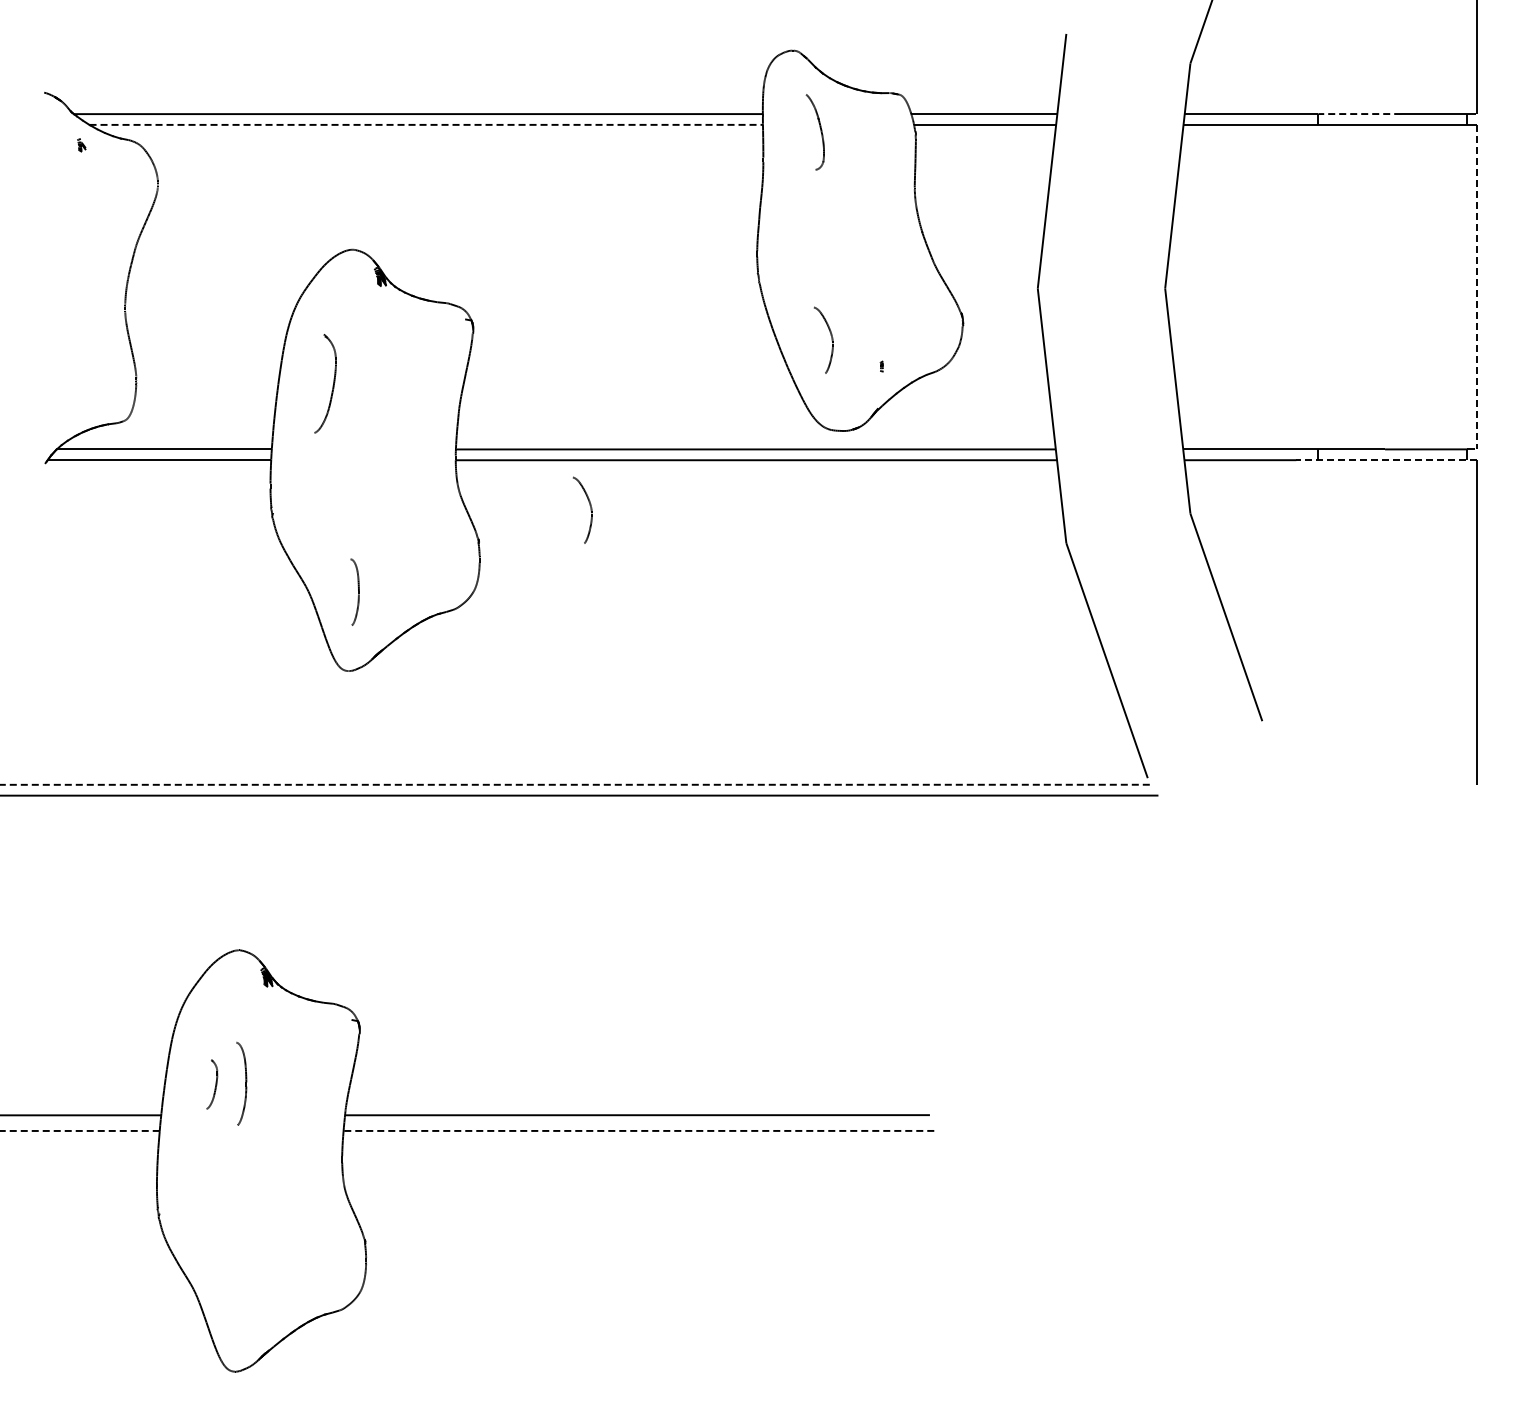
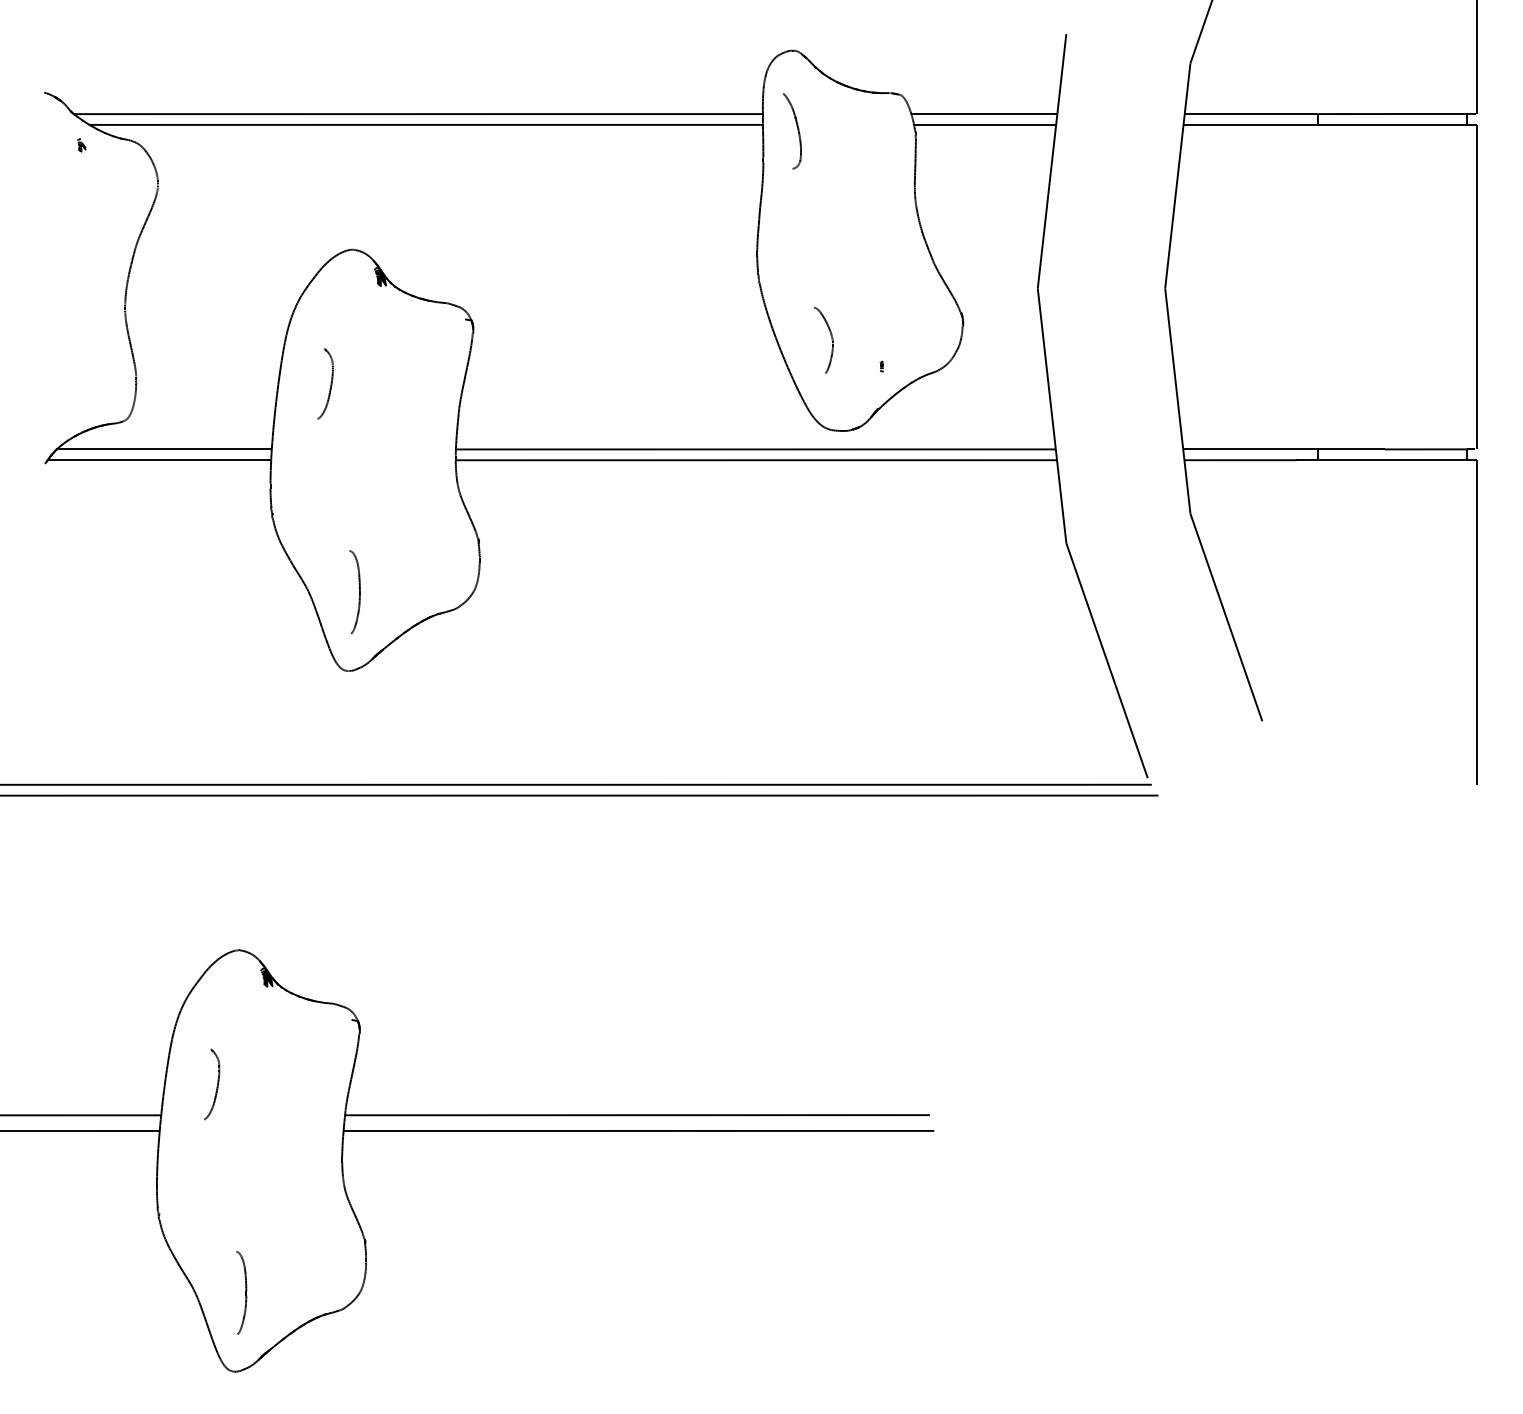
line at (1359, 114): dashed -> solid
line at (426, 124): dashed -> solid
part at (814, 132) position: (814, 132) -> (791, 131)
line at (1477, 287): dashed -> solid
part at (325, 383) size: 23x100 px -> 17x72 px
line at (1386, 460): dashed -> solid
part at (590, 509): present -> none
part at (354, 591) size: 10x68 px -> 12x85 px
line at (576, 784): dashed -> solid
part at (241, 1083) position: (241, 1083) -> (241, 1292)
part at (212, 1084) size: 13x51 px -> 17x73 px
line at (79, 1130): dashed -> solid
line at (638, 1130): dashed -> solid
